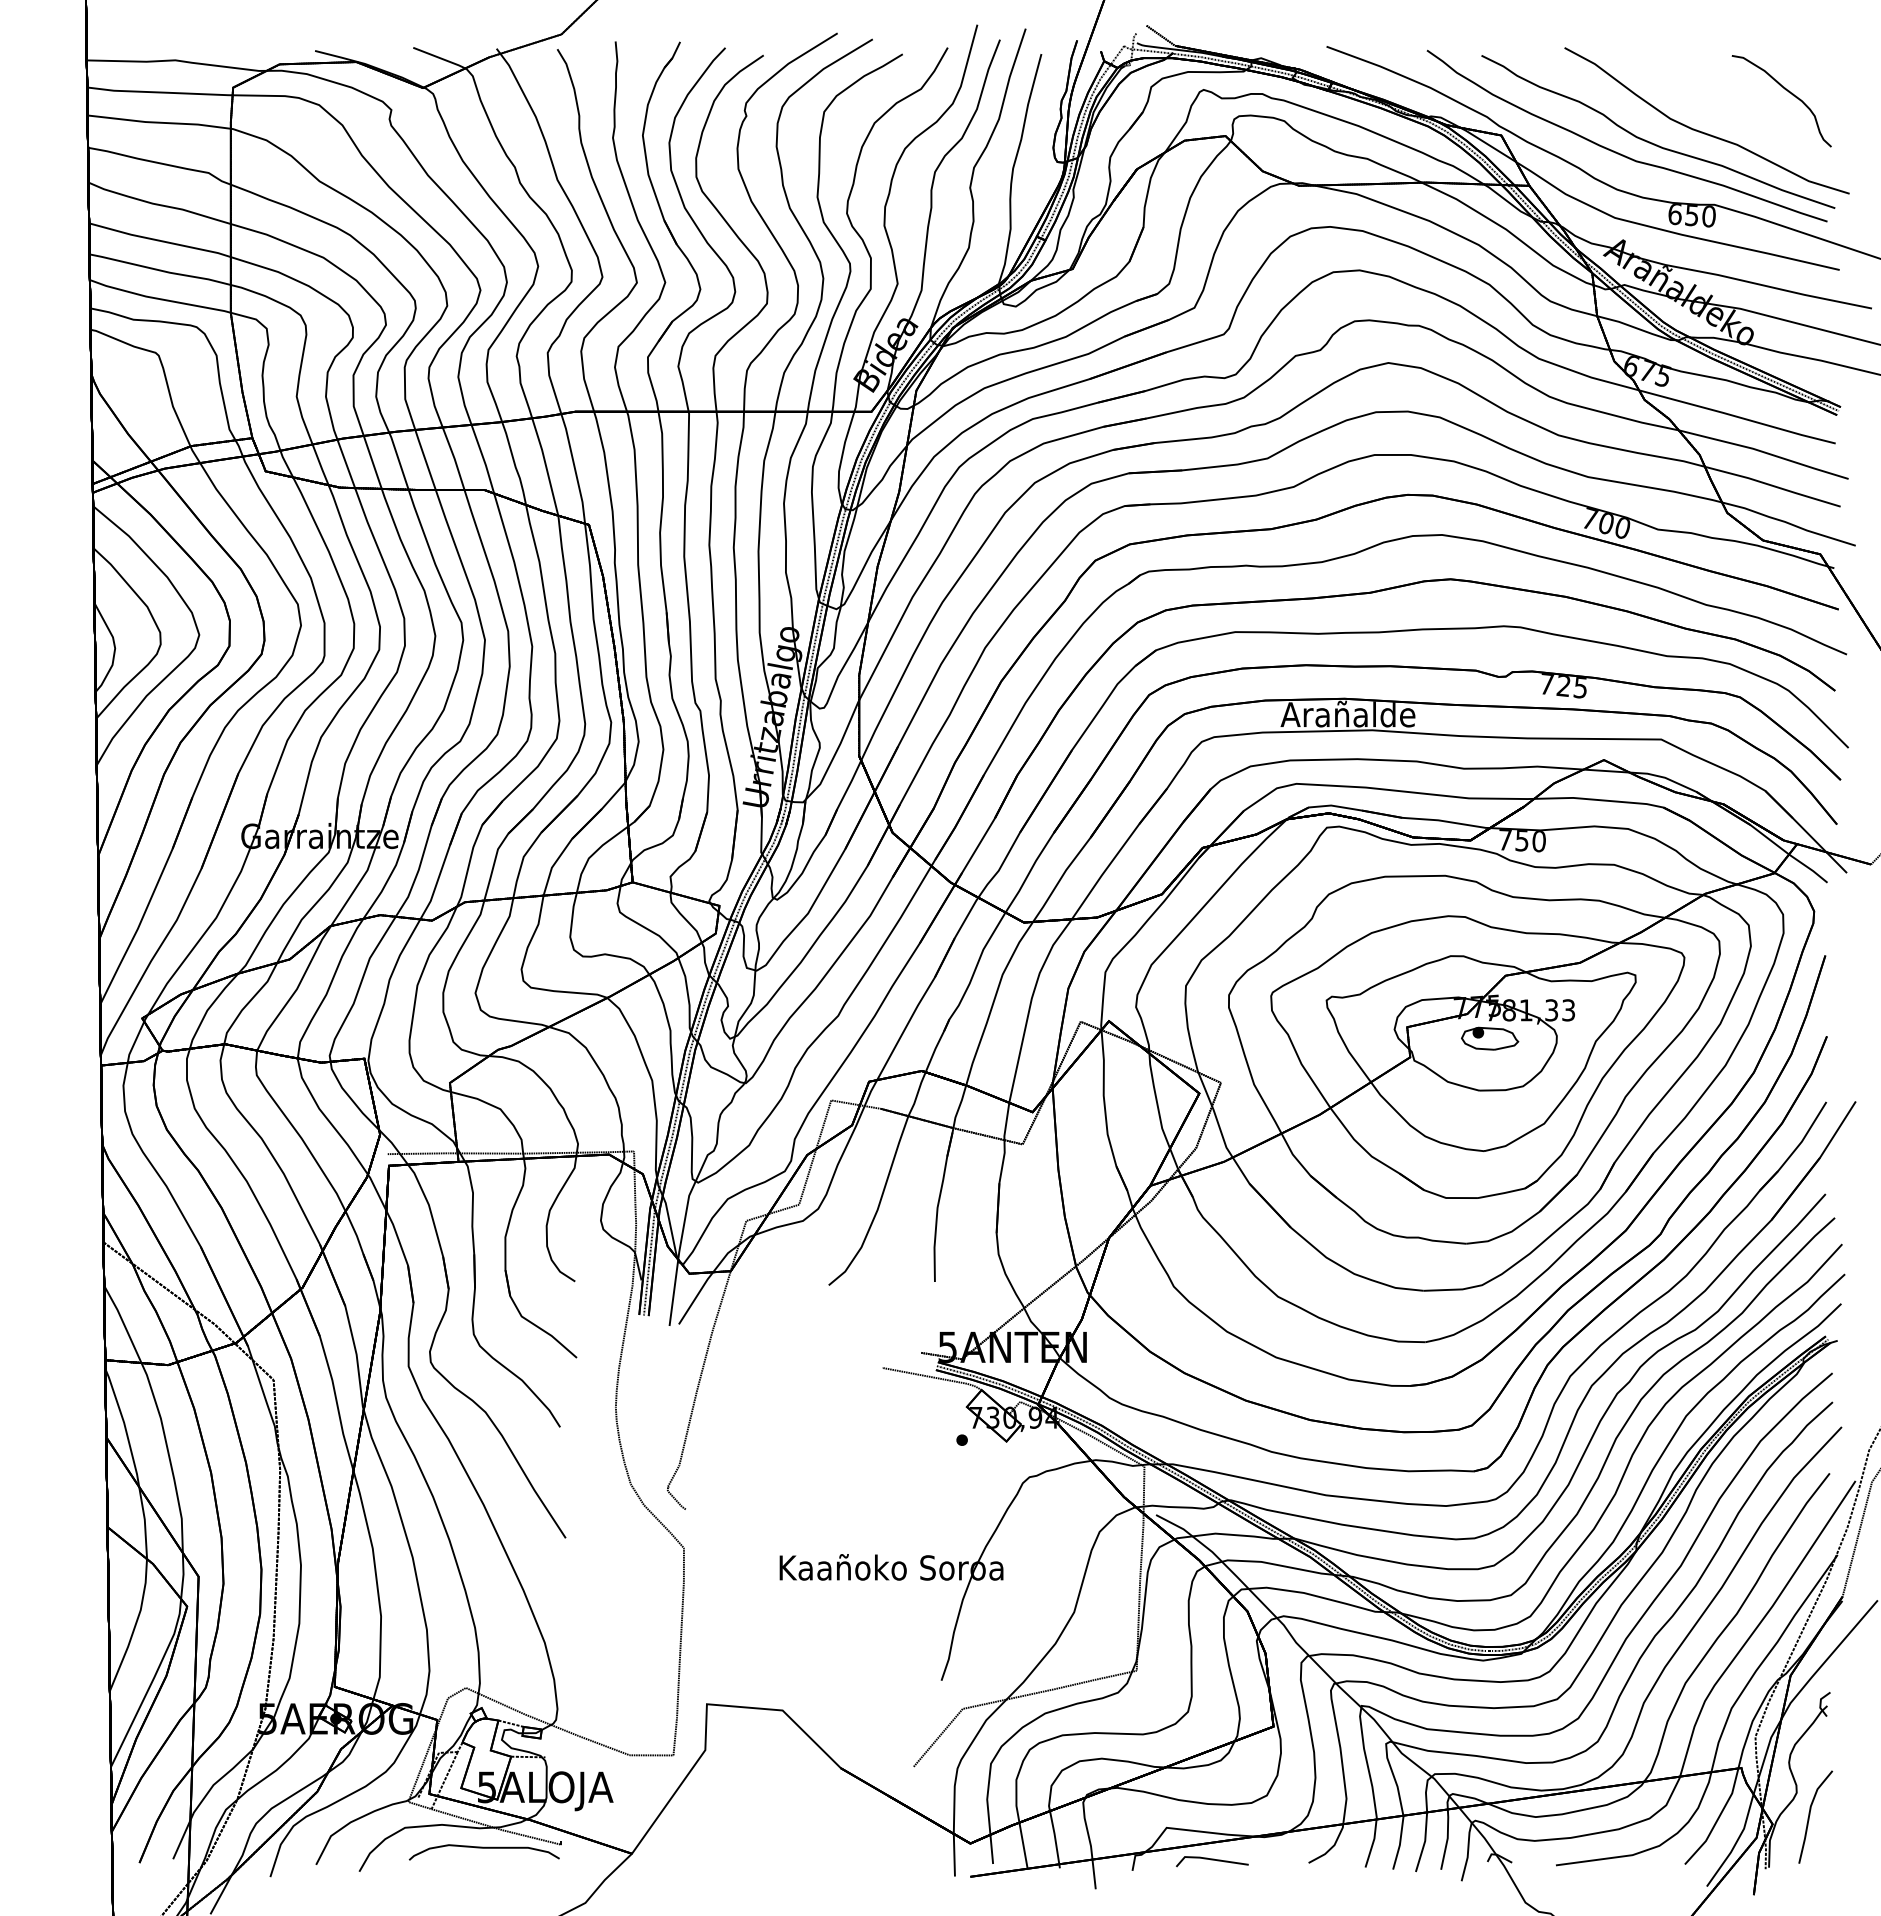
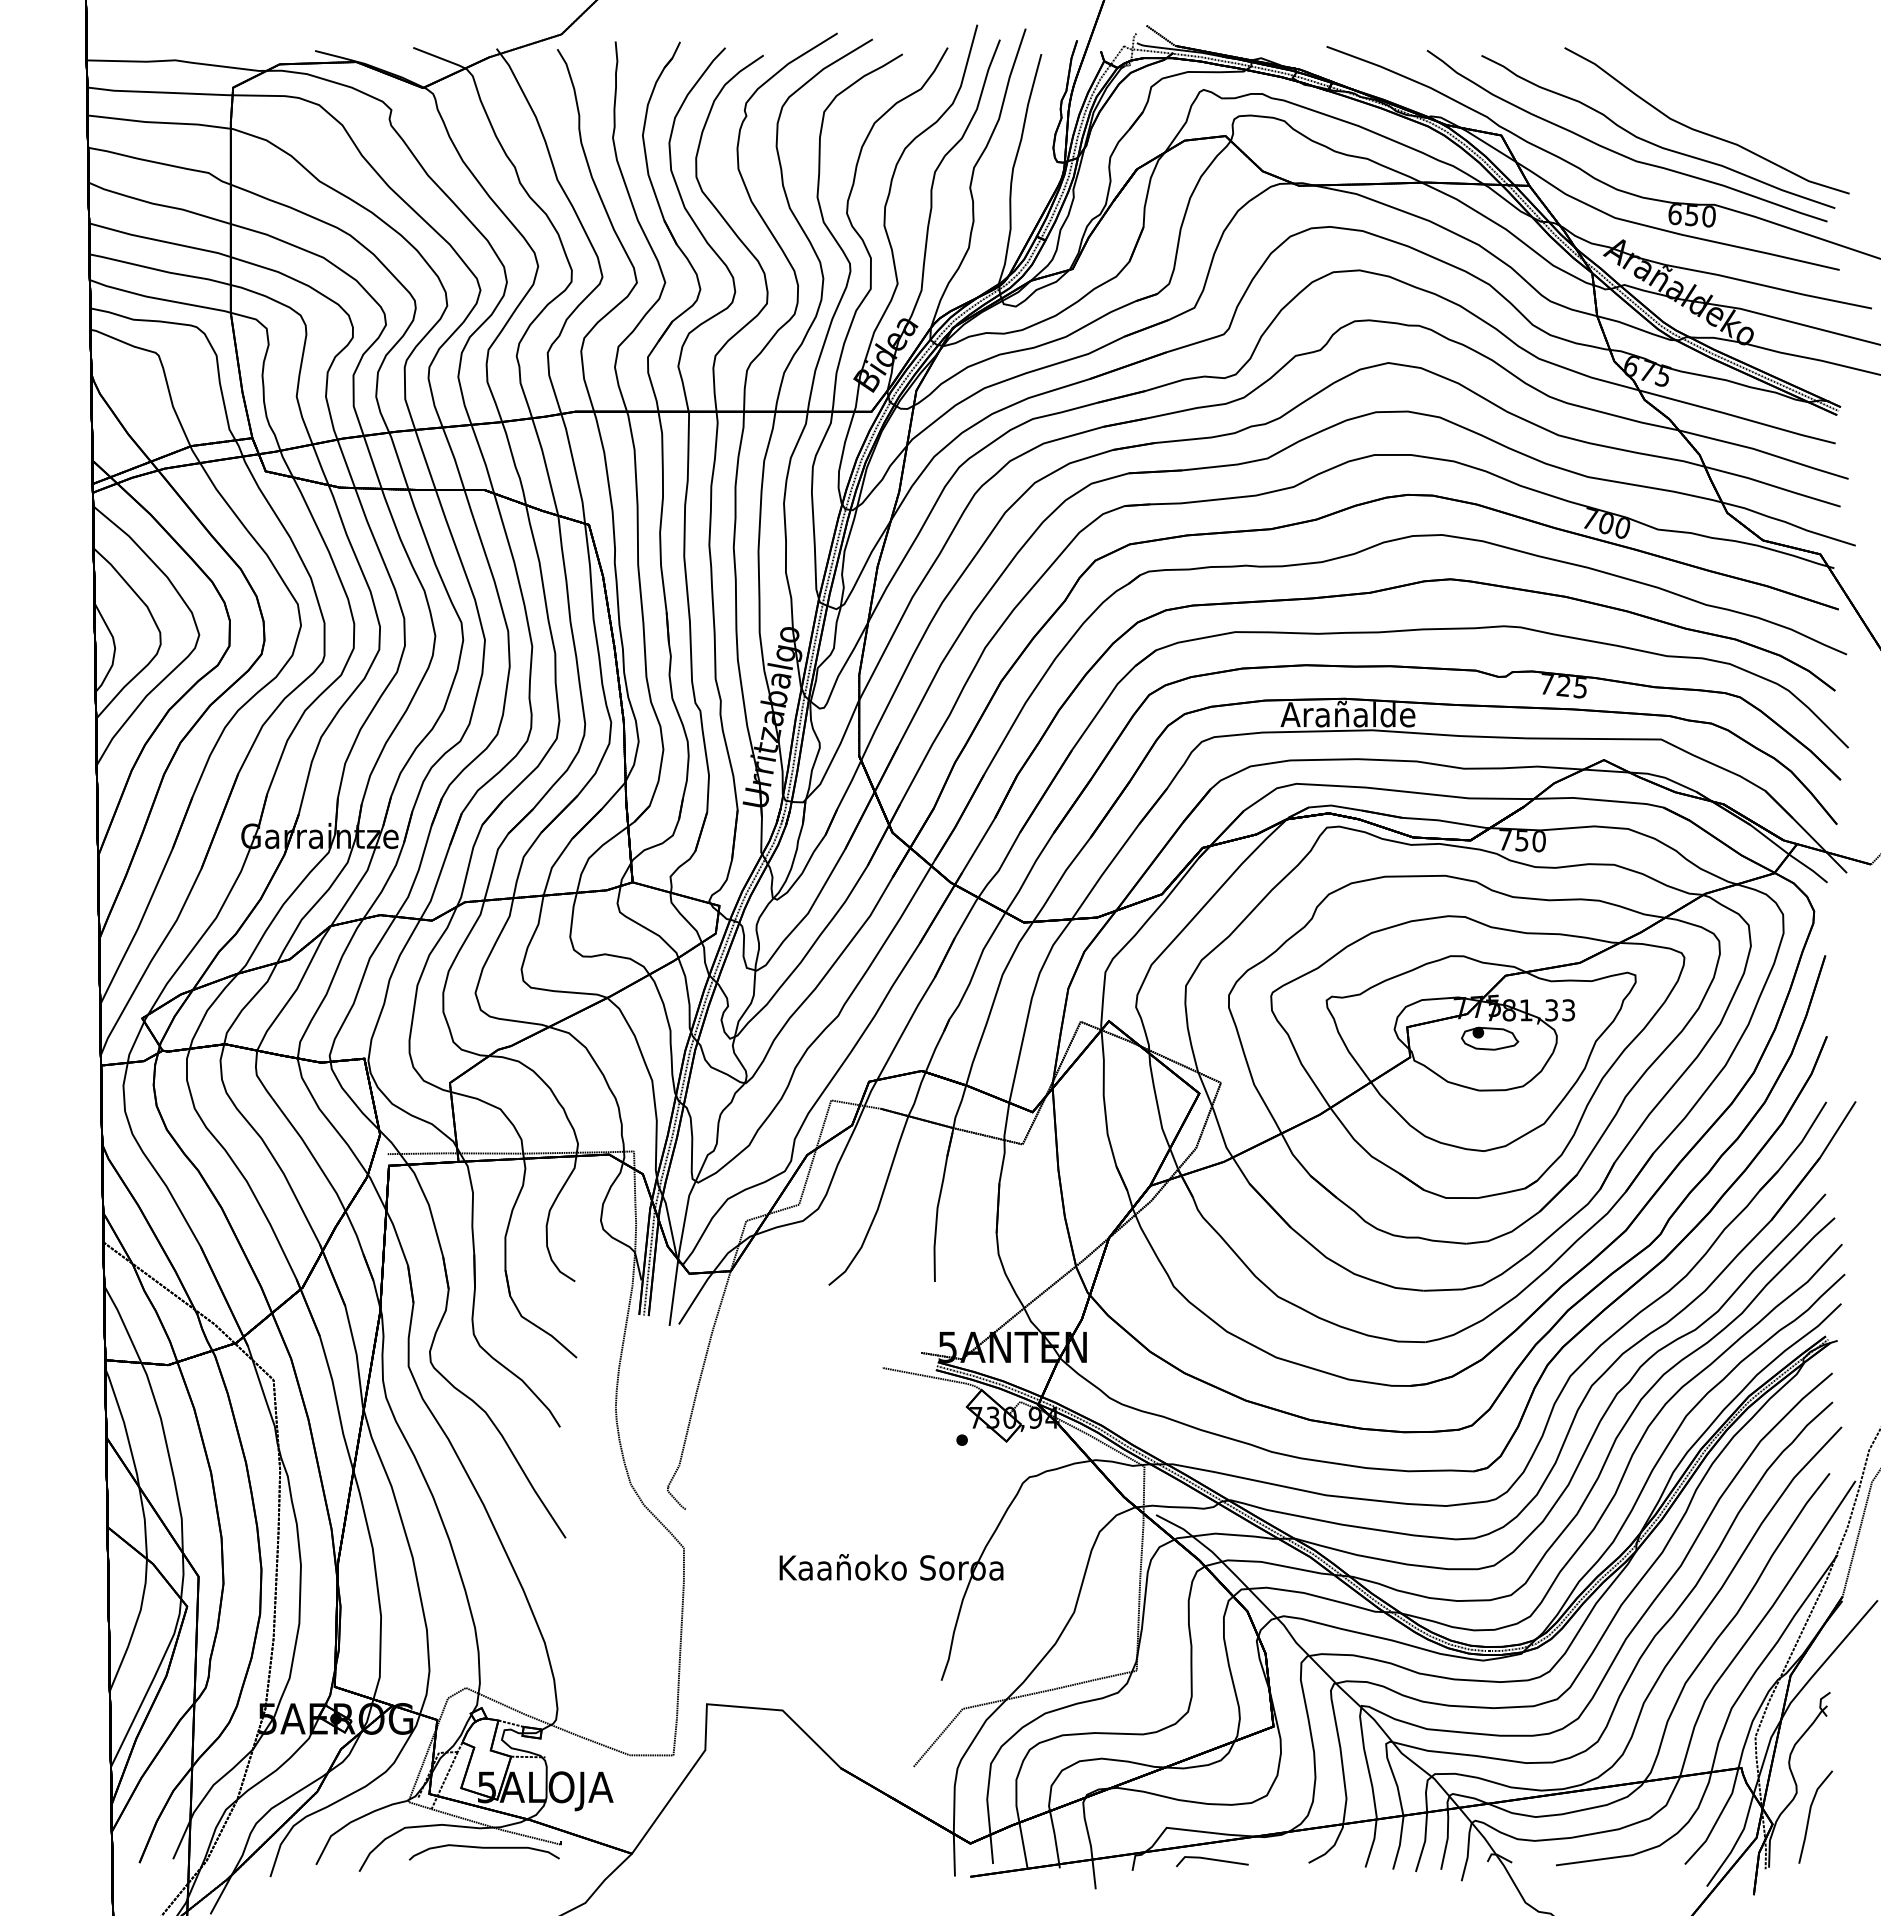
curve at (1789, 93): present -> none
